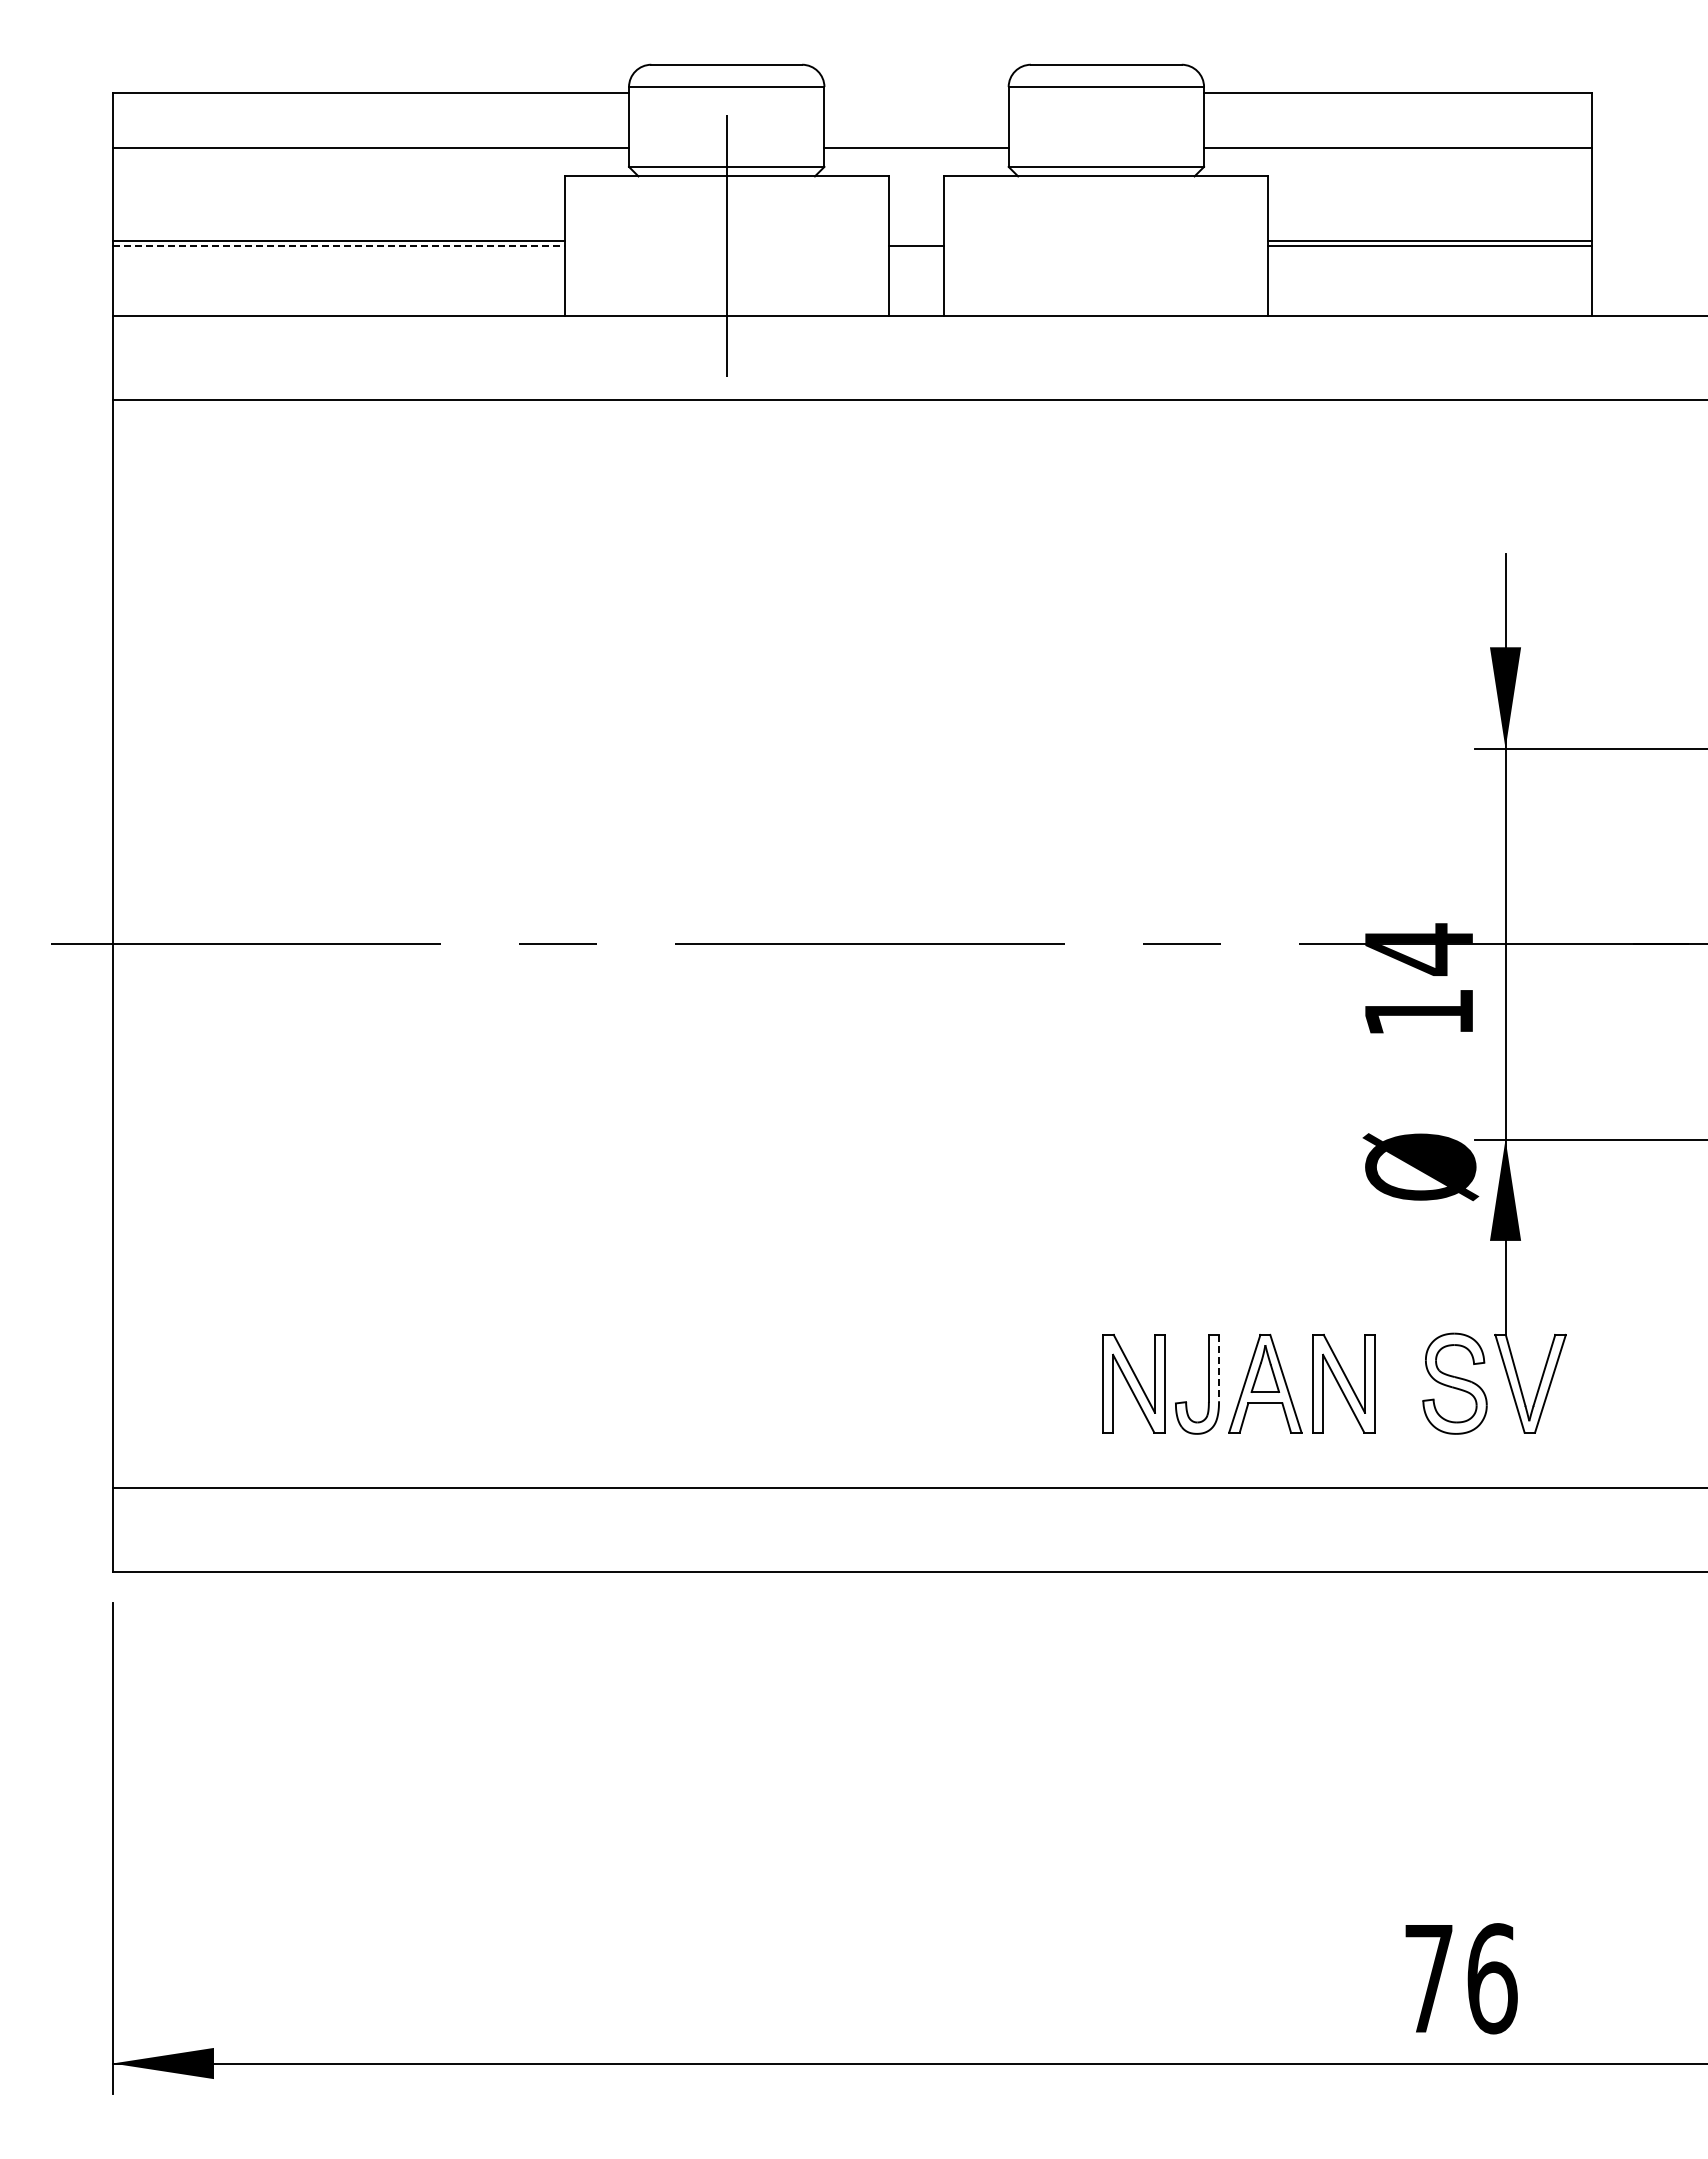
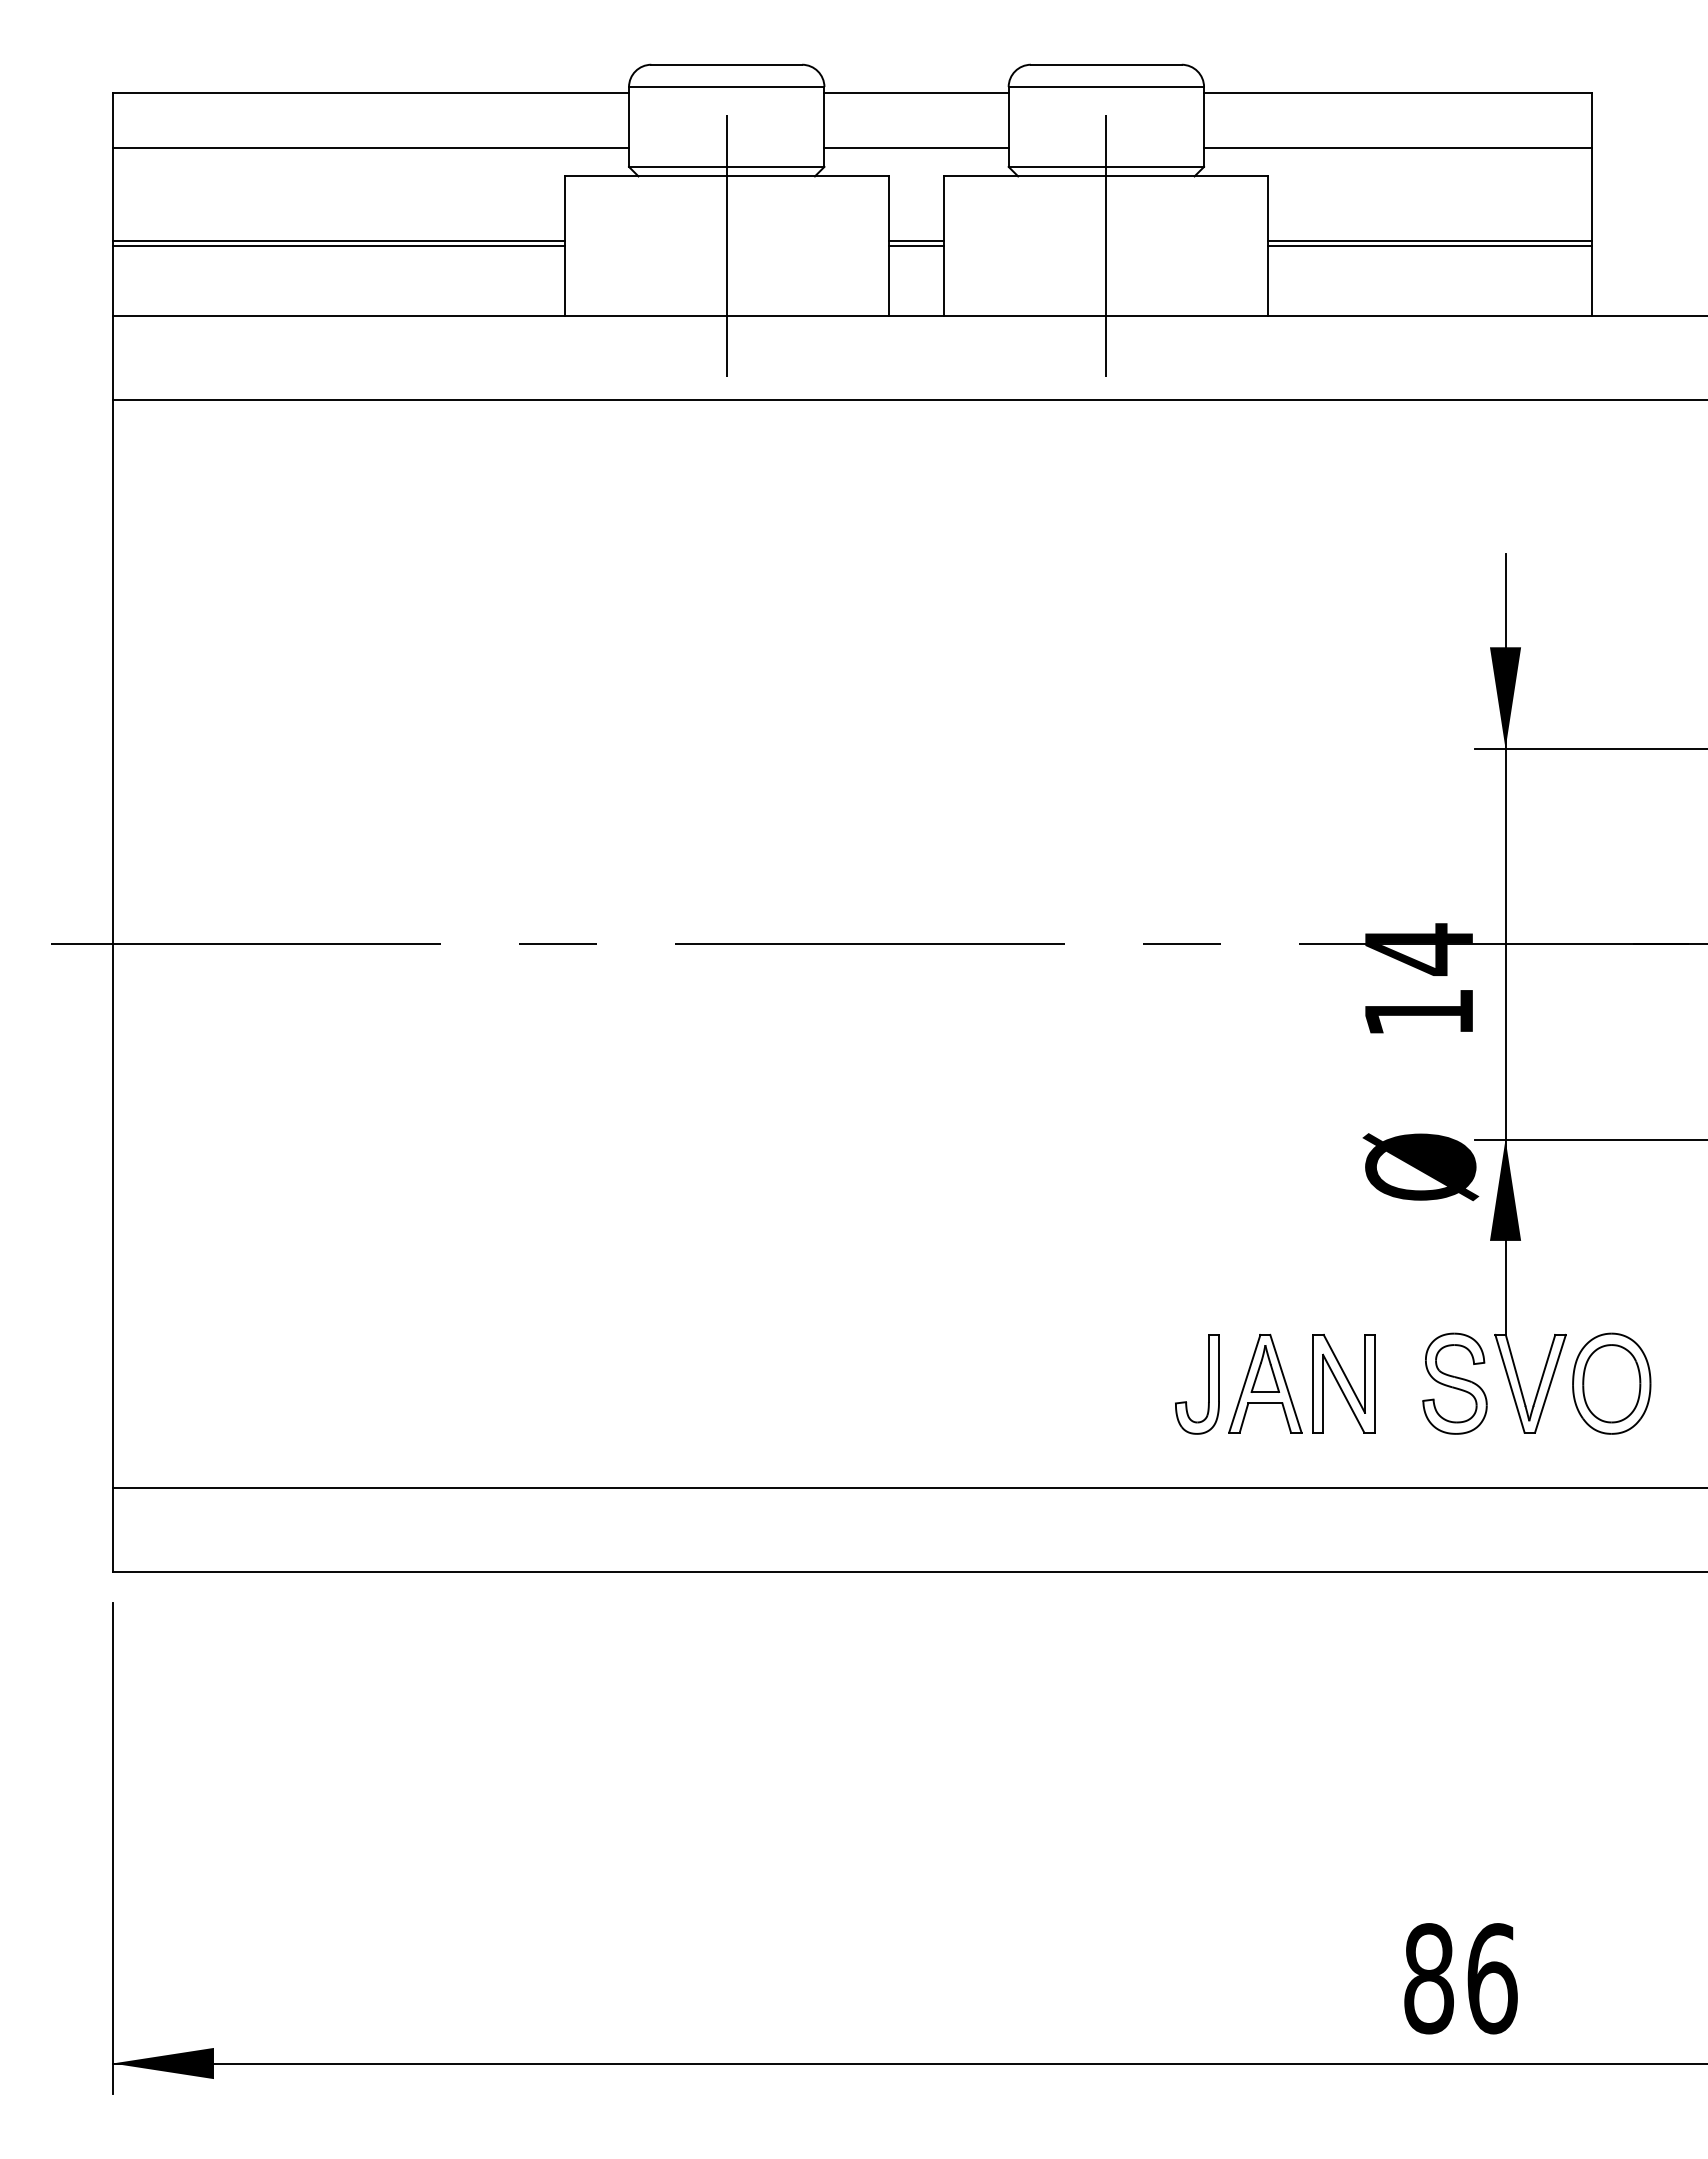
line at (916, 92): none -> present
line at (916, 240): none -> present
line at (339, 246): dashed -> solid
line at (1106, 246): none -> present
line at (1219, 1368): dashed -> solid
part at (1133, 1383): present -> none
part at (1611, 1383): none -> present
text at (1428, 1978): 76 -> 86
